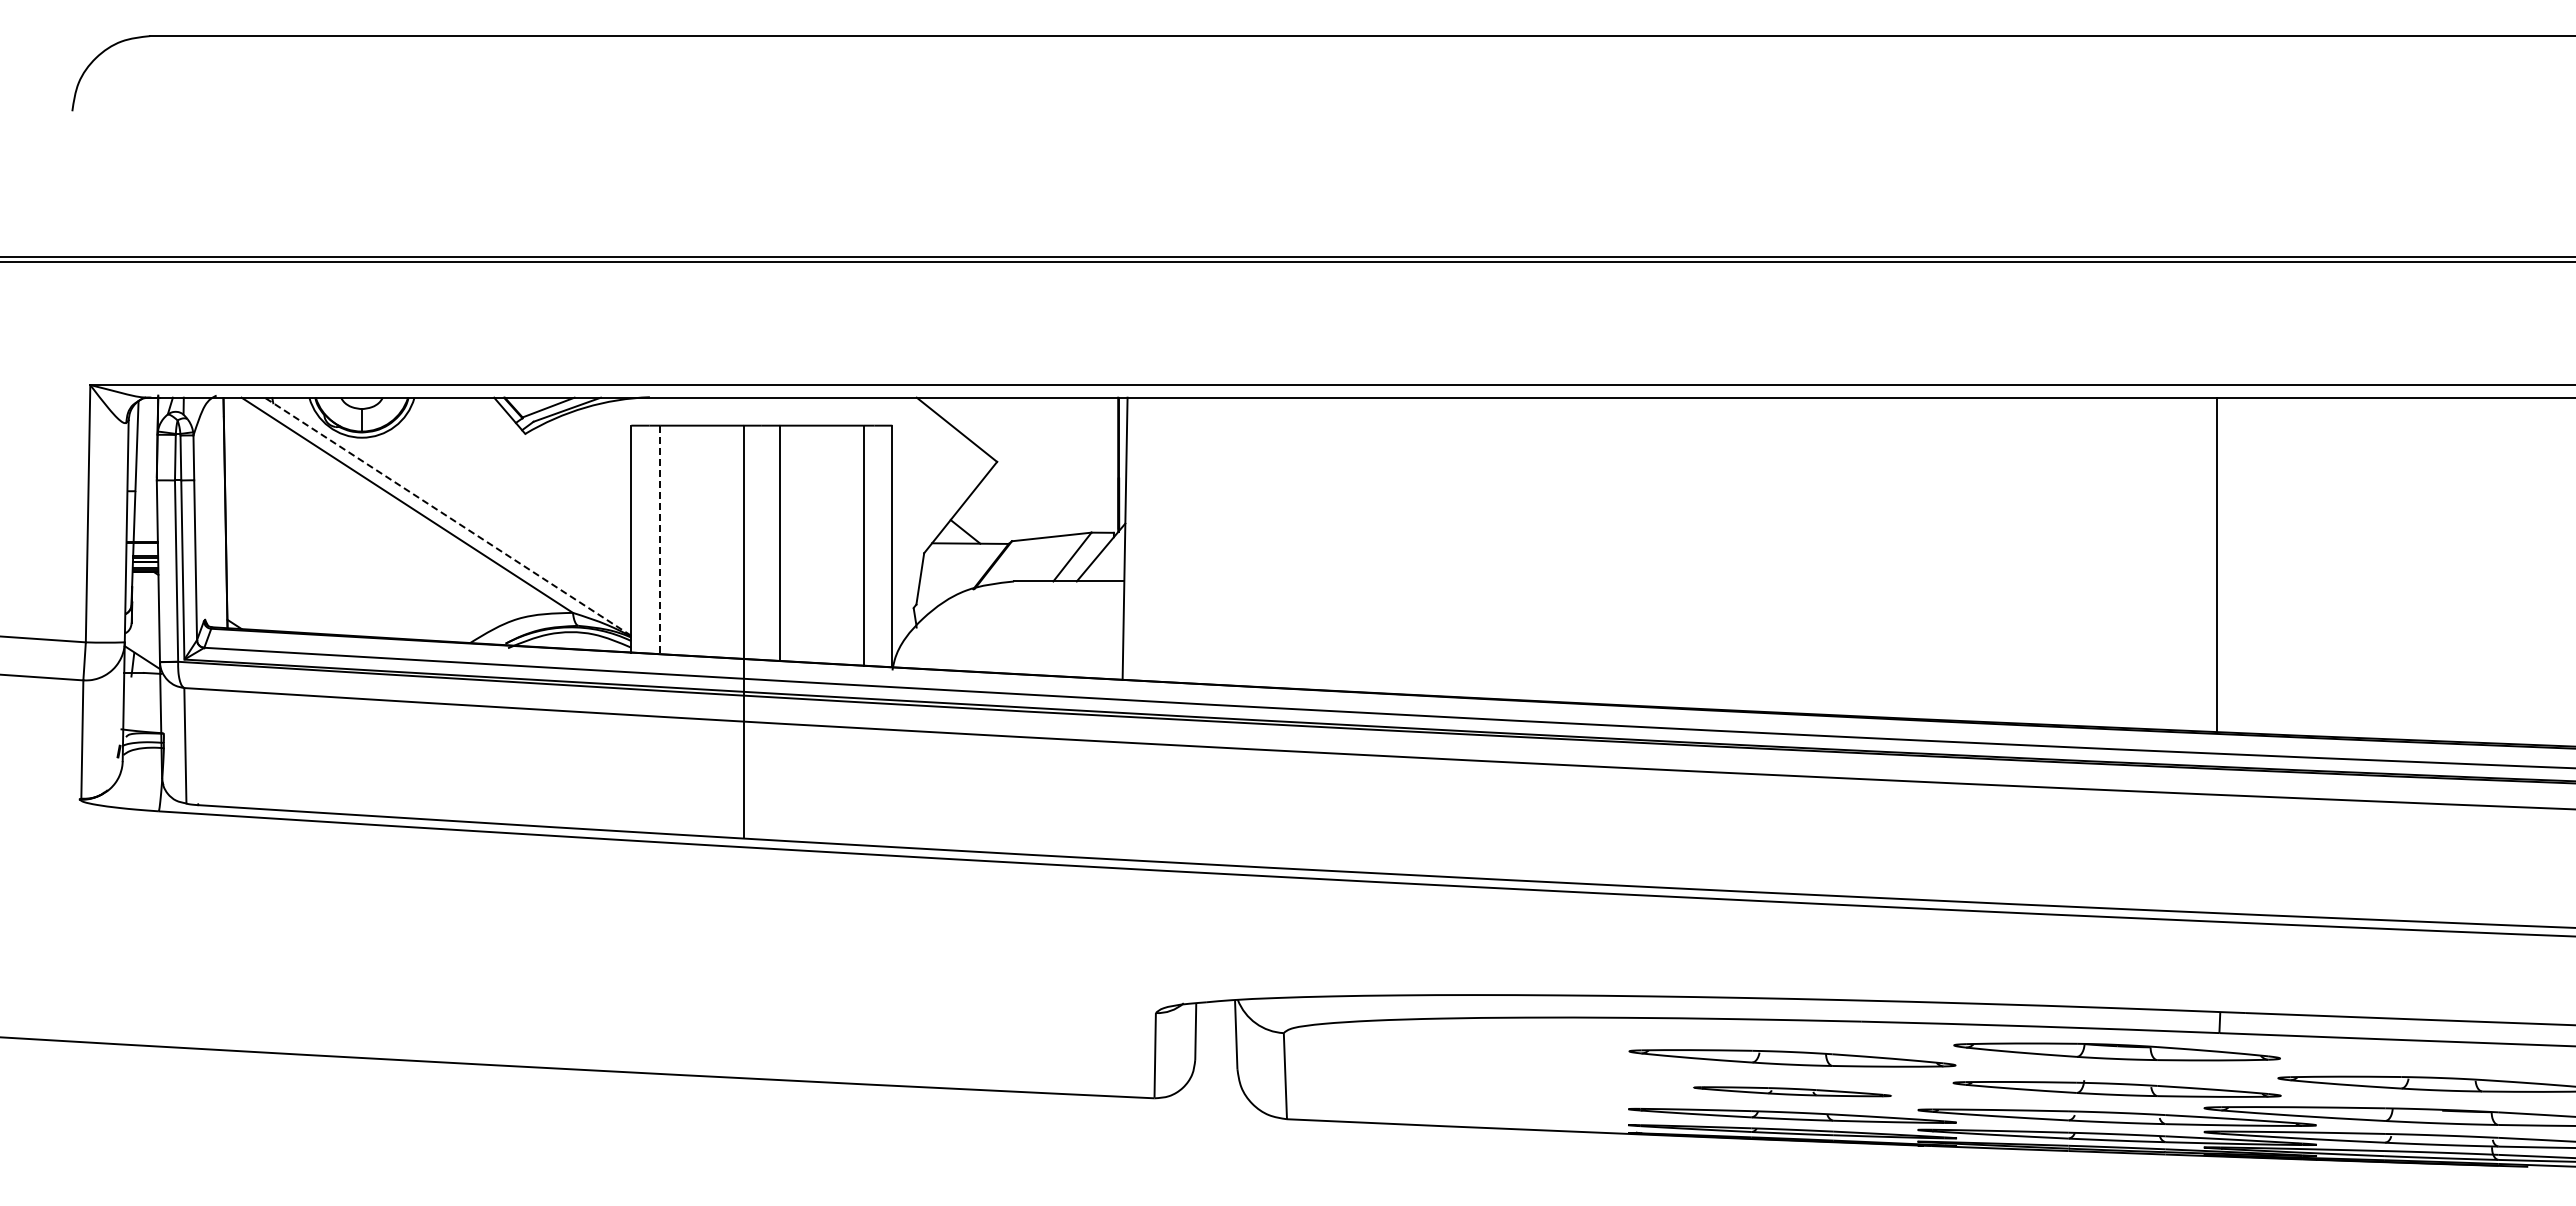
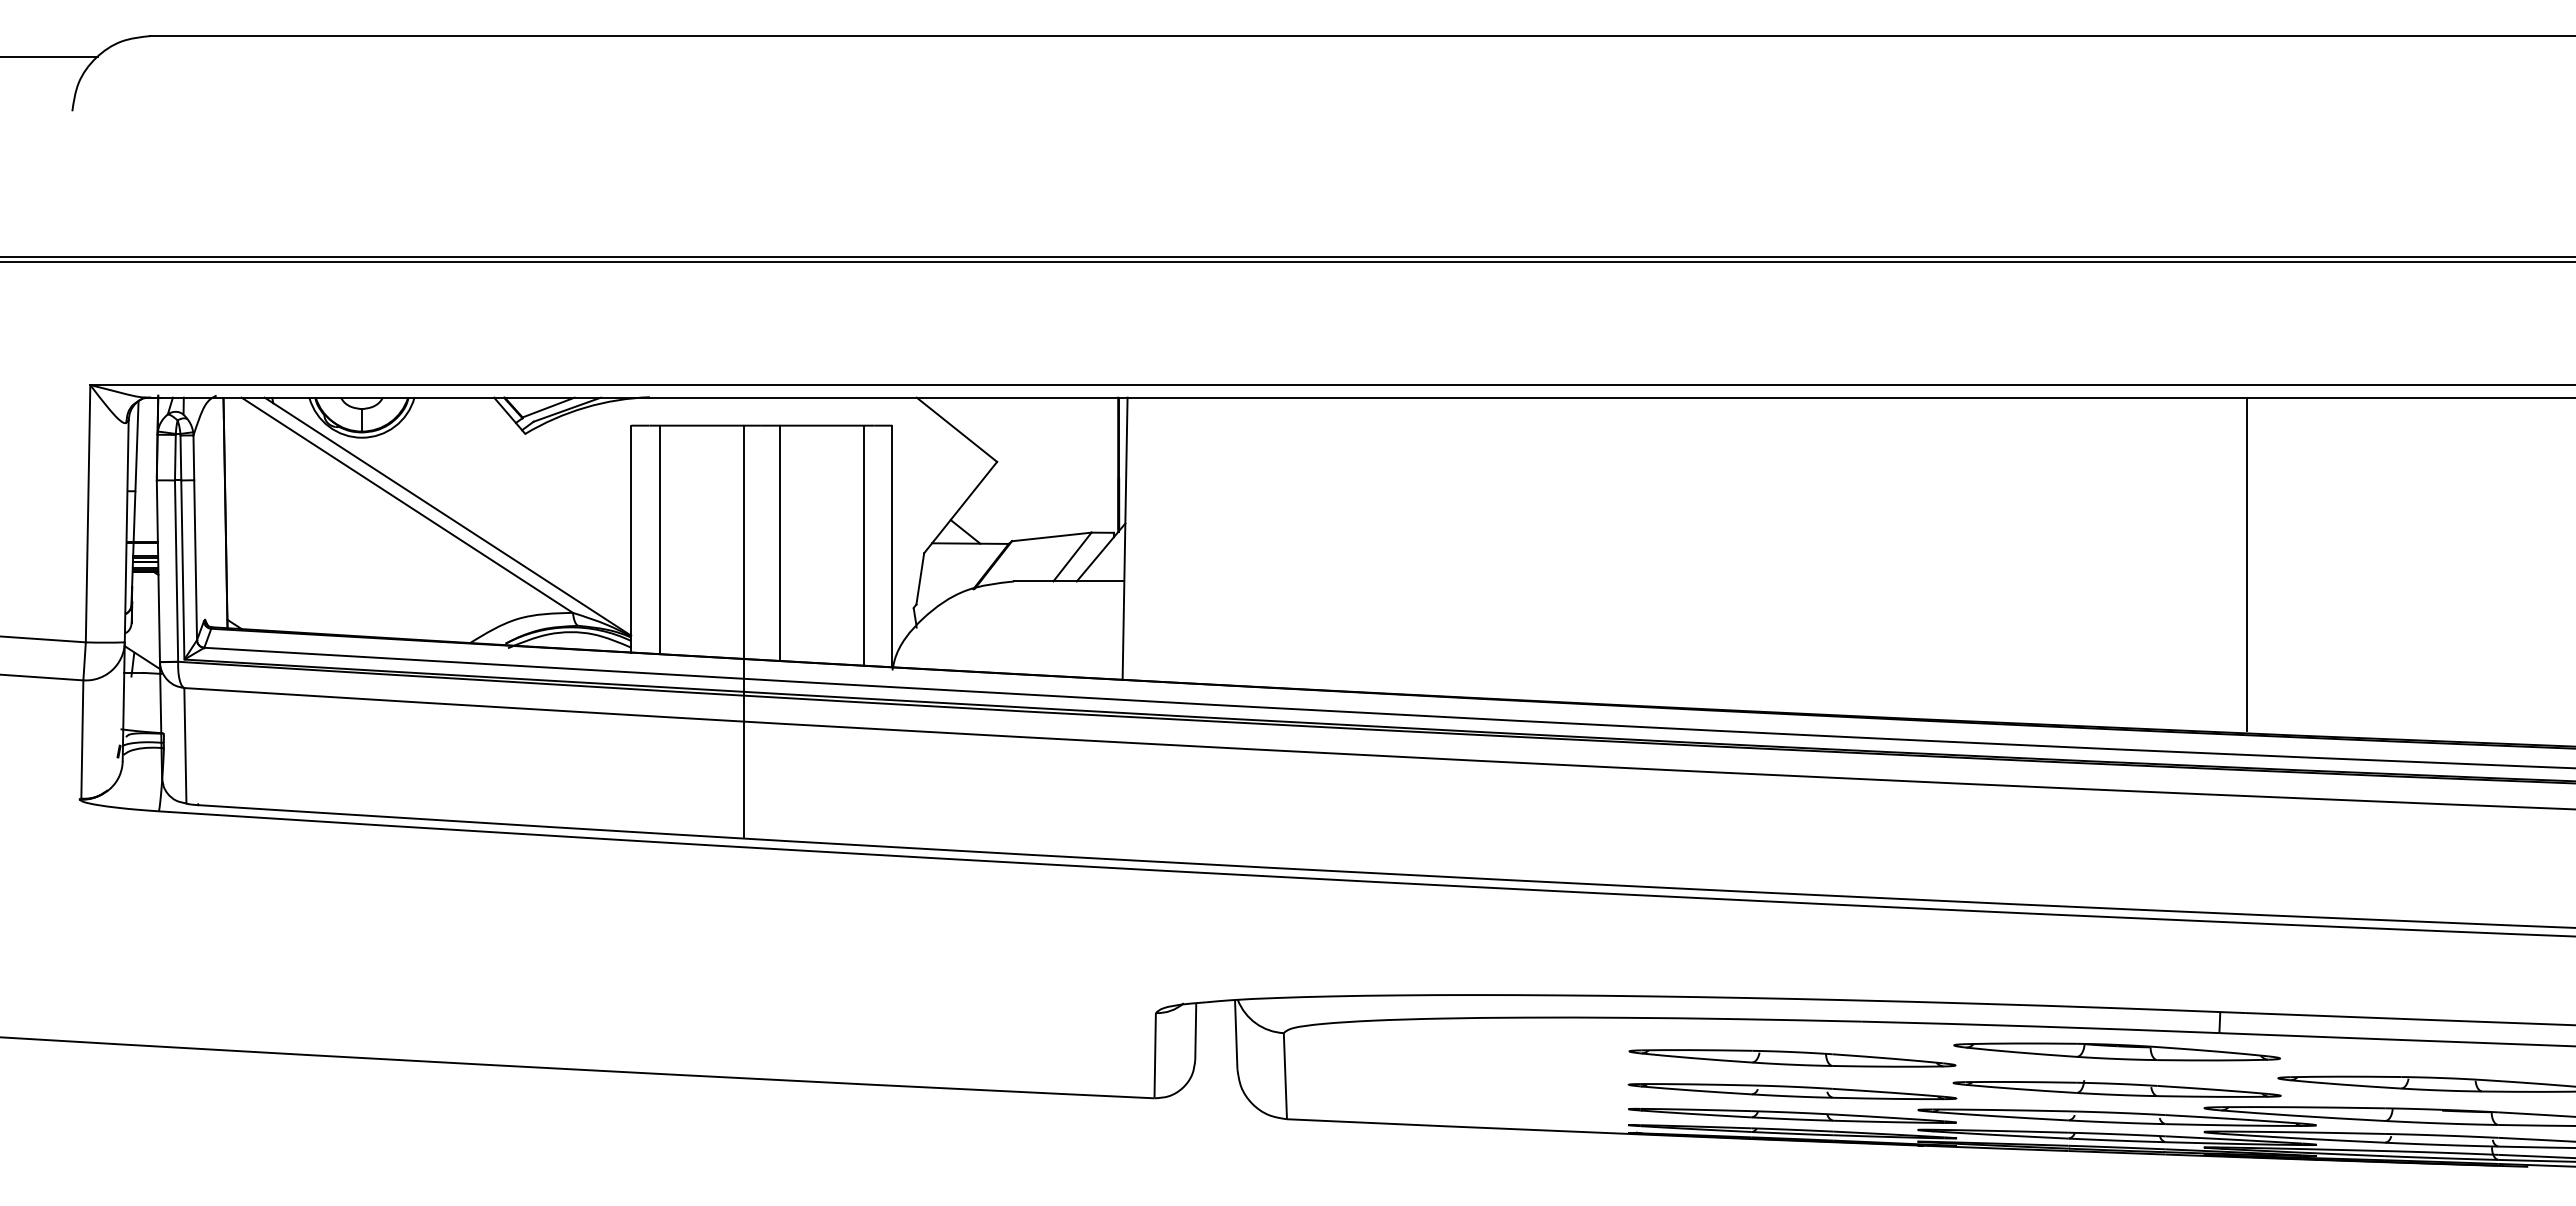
line at (49, 56): none -> present
line at (447, 516): dashed -> solid
line at (660, 540): dashed -> solid
line at (2217, 563) position: (2217, 563) -> (2247, 563)
part at (1792, 1091) size: 199x12 px -> 331x18 px
